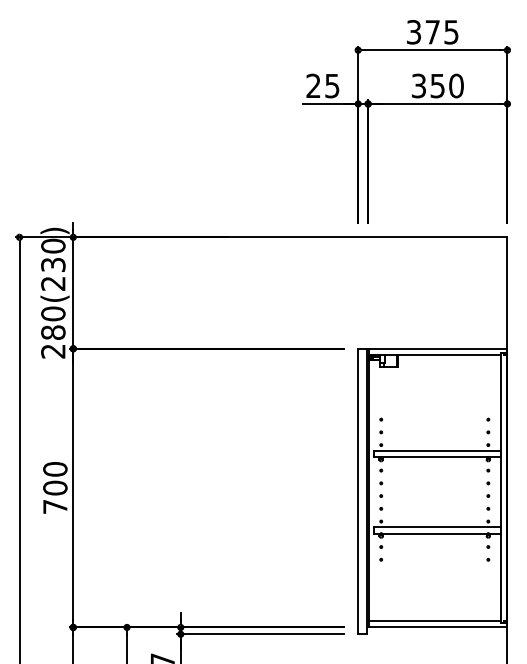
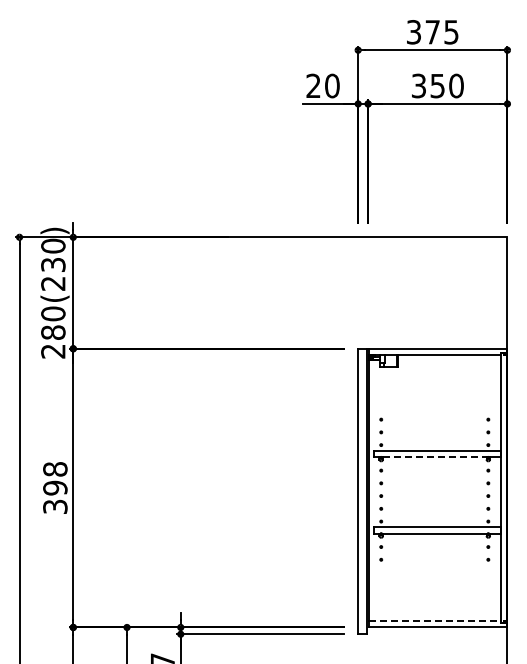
text at (332, 85): 25 -> 20
line at (434, 457): solid -> dashed
text at (55, 487): 700 -> 398
line at (435, 621): solid -> dashed
